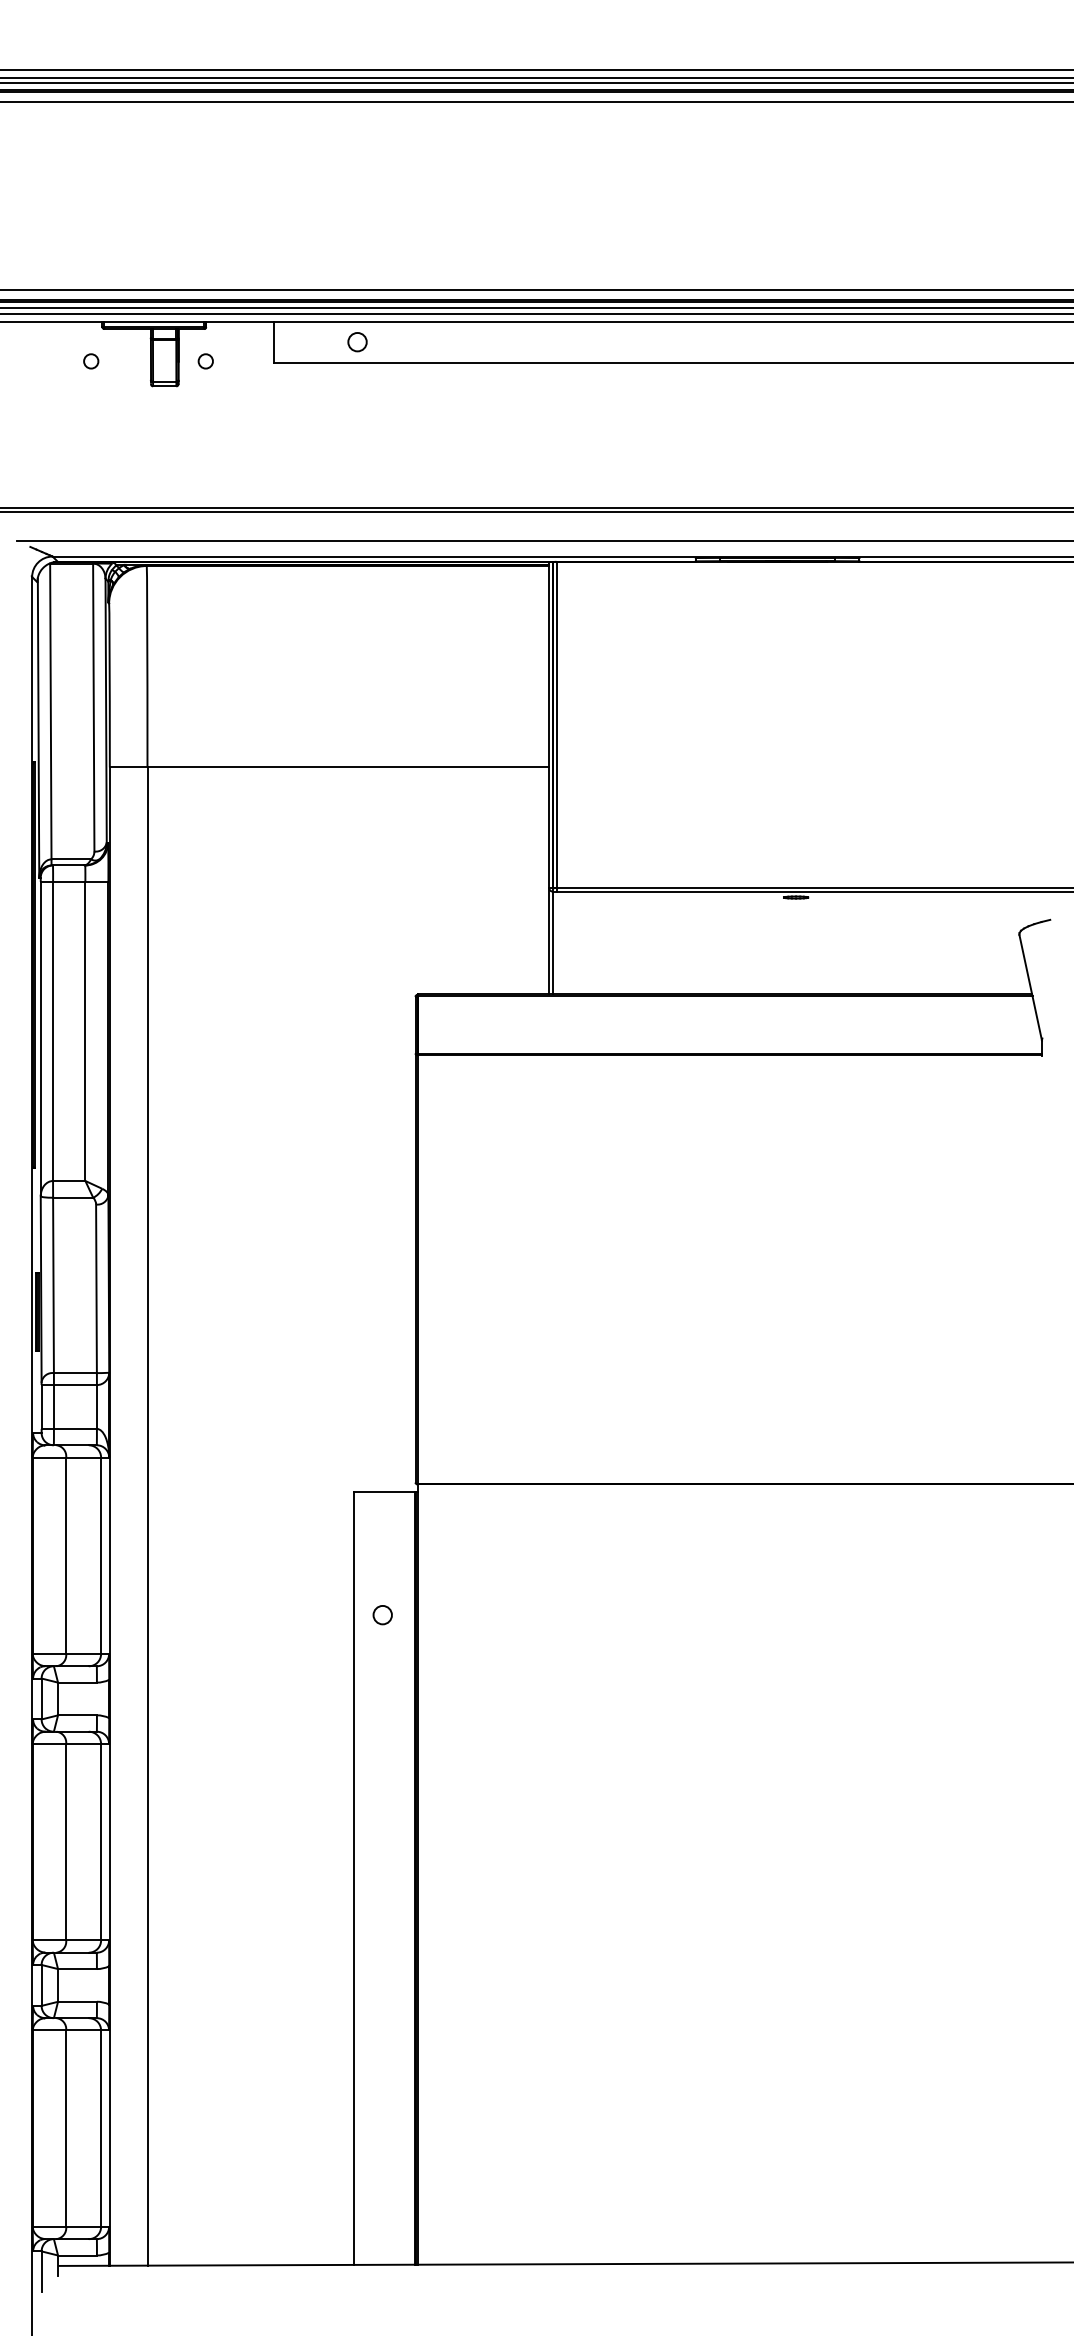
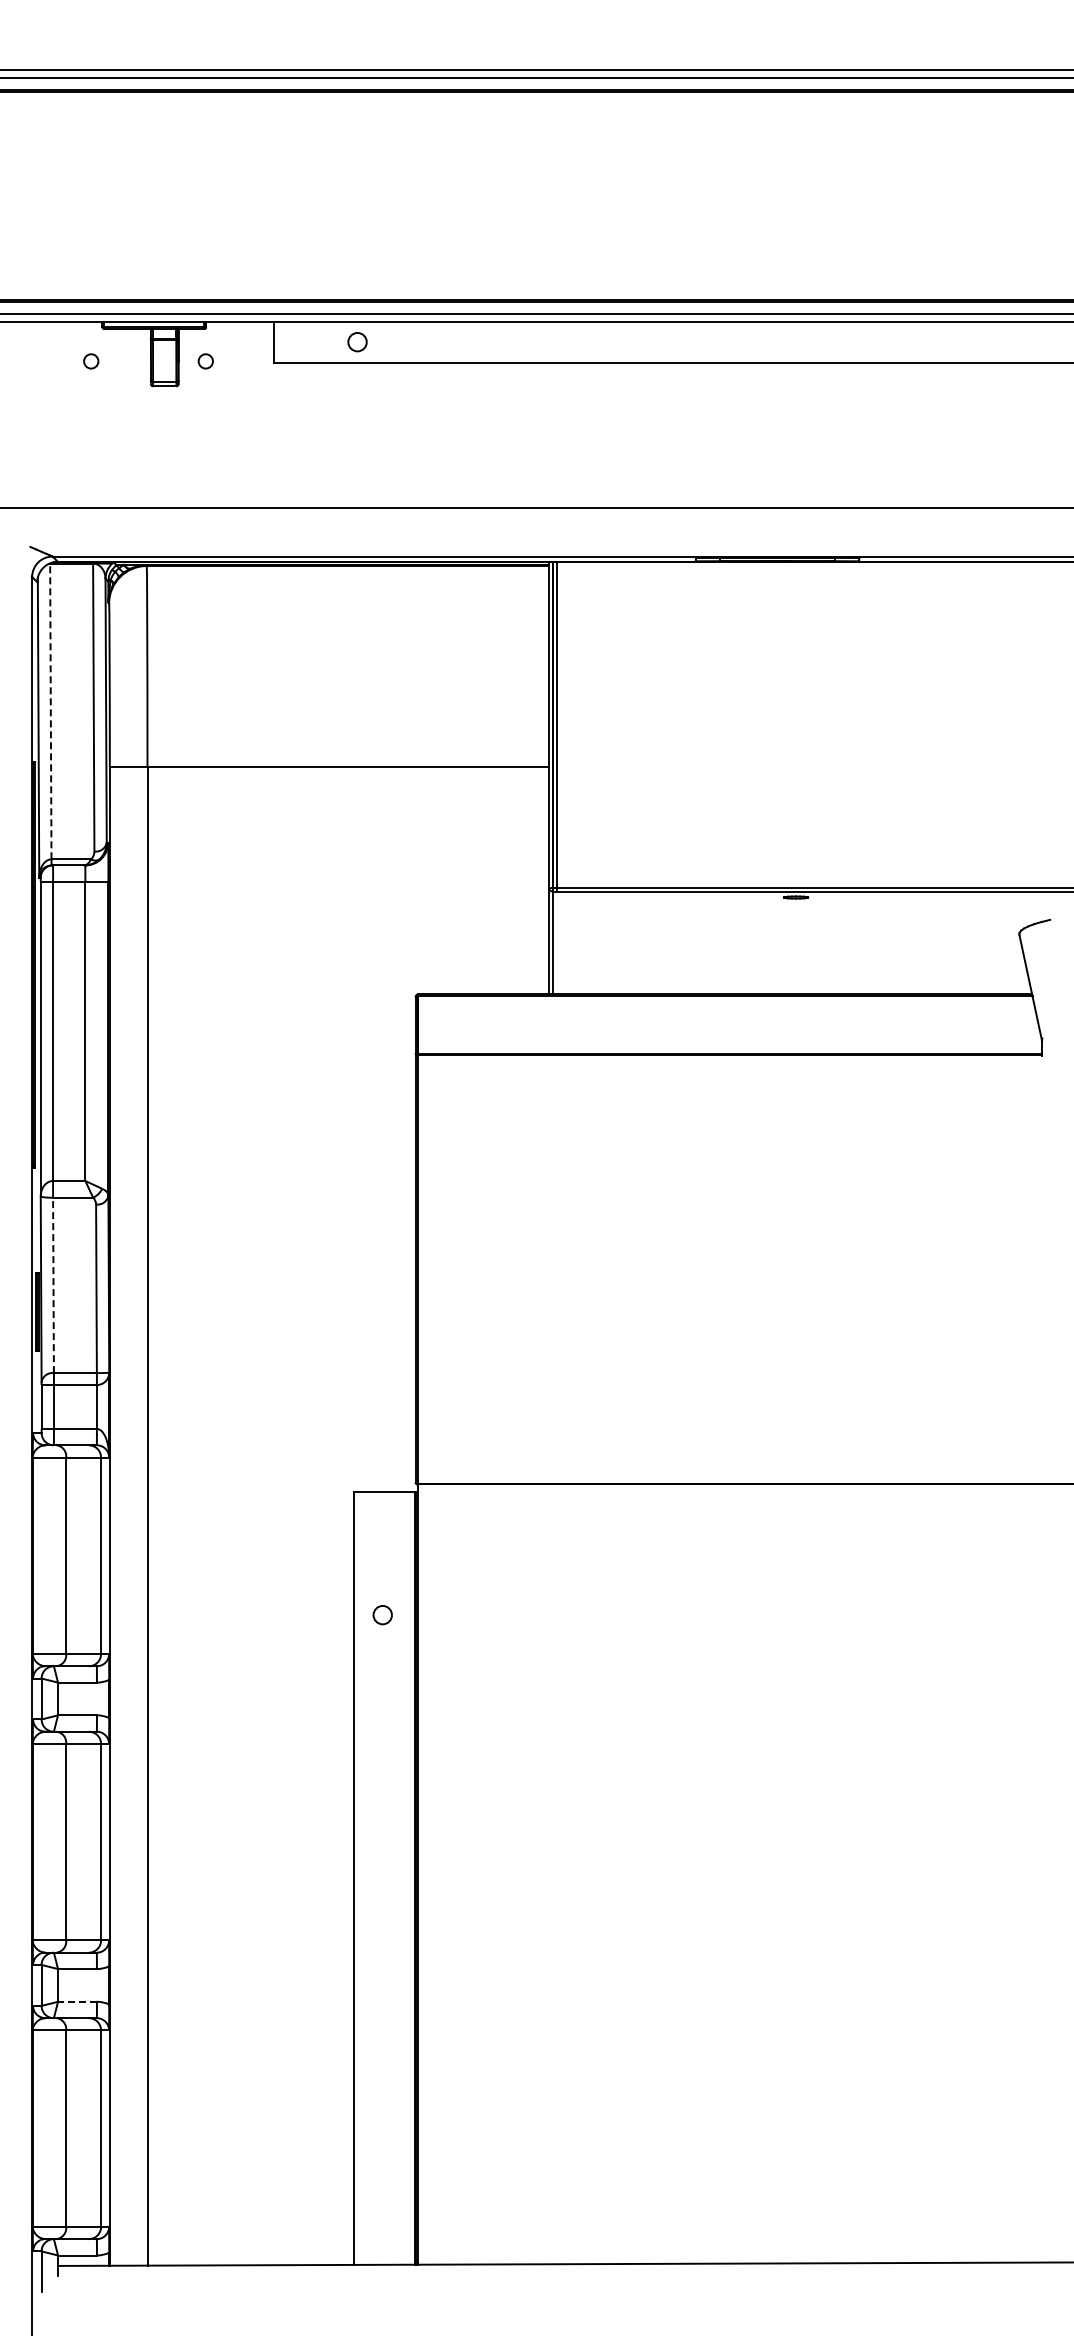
line at (536, 83): present -> none
line at (536, 101): present -> none
line at (536, 290): present -> none
line at (536, 308): present -> none
line at (536, 512): present -> none
line at (543, 541): present -> none
line at (50, 711): solid -> dashed
line at (53, 1285): solid -> dashed
line at (77, 2001): solid -> dashed
